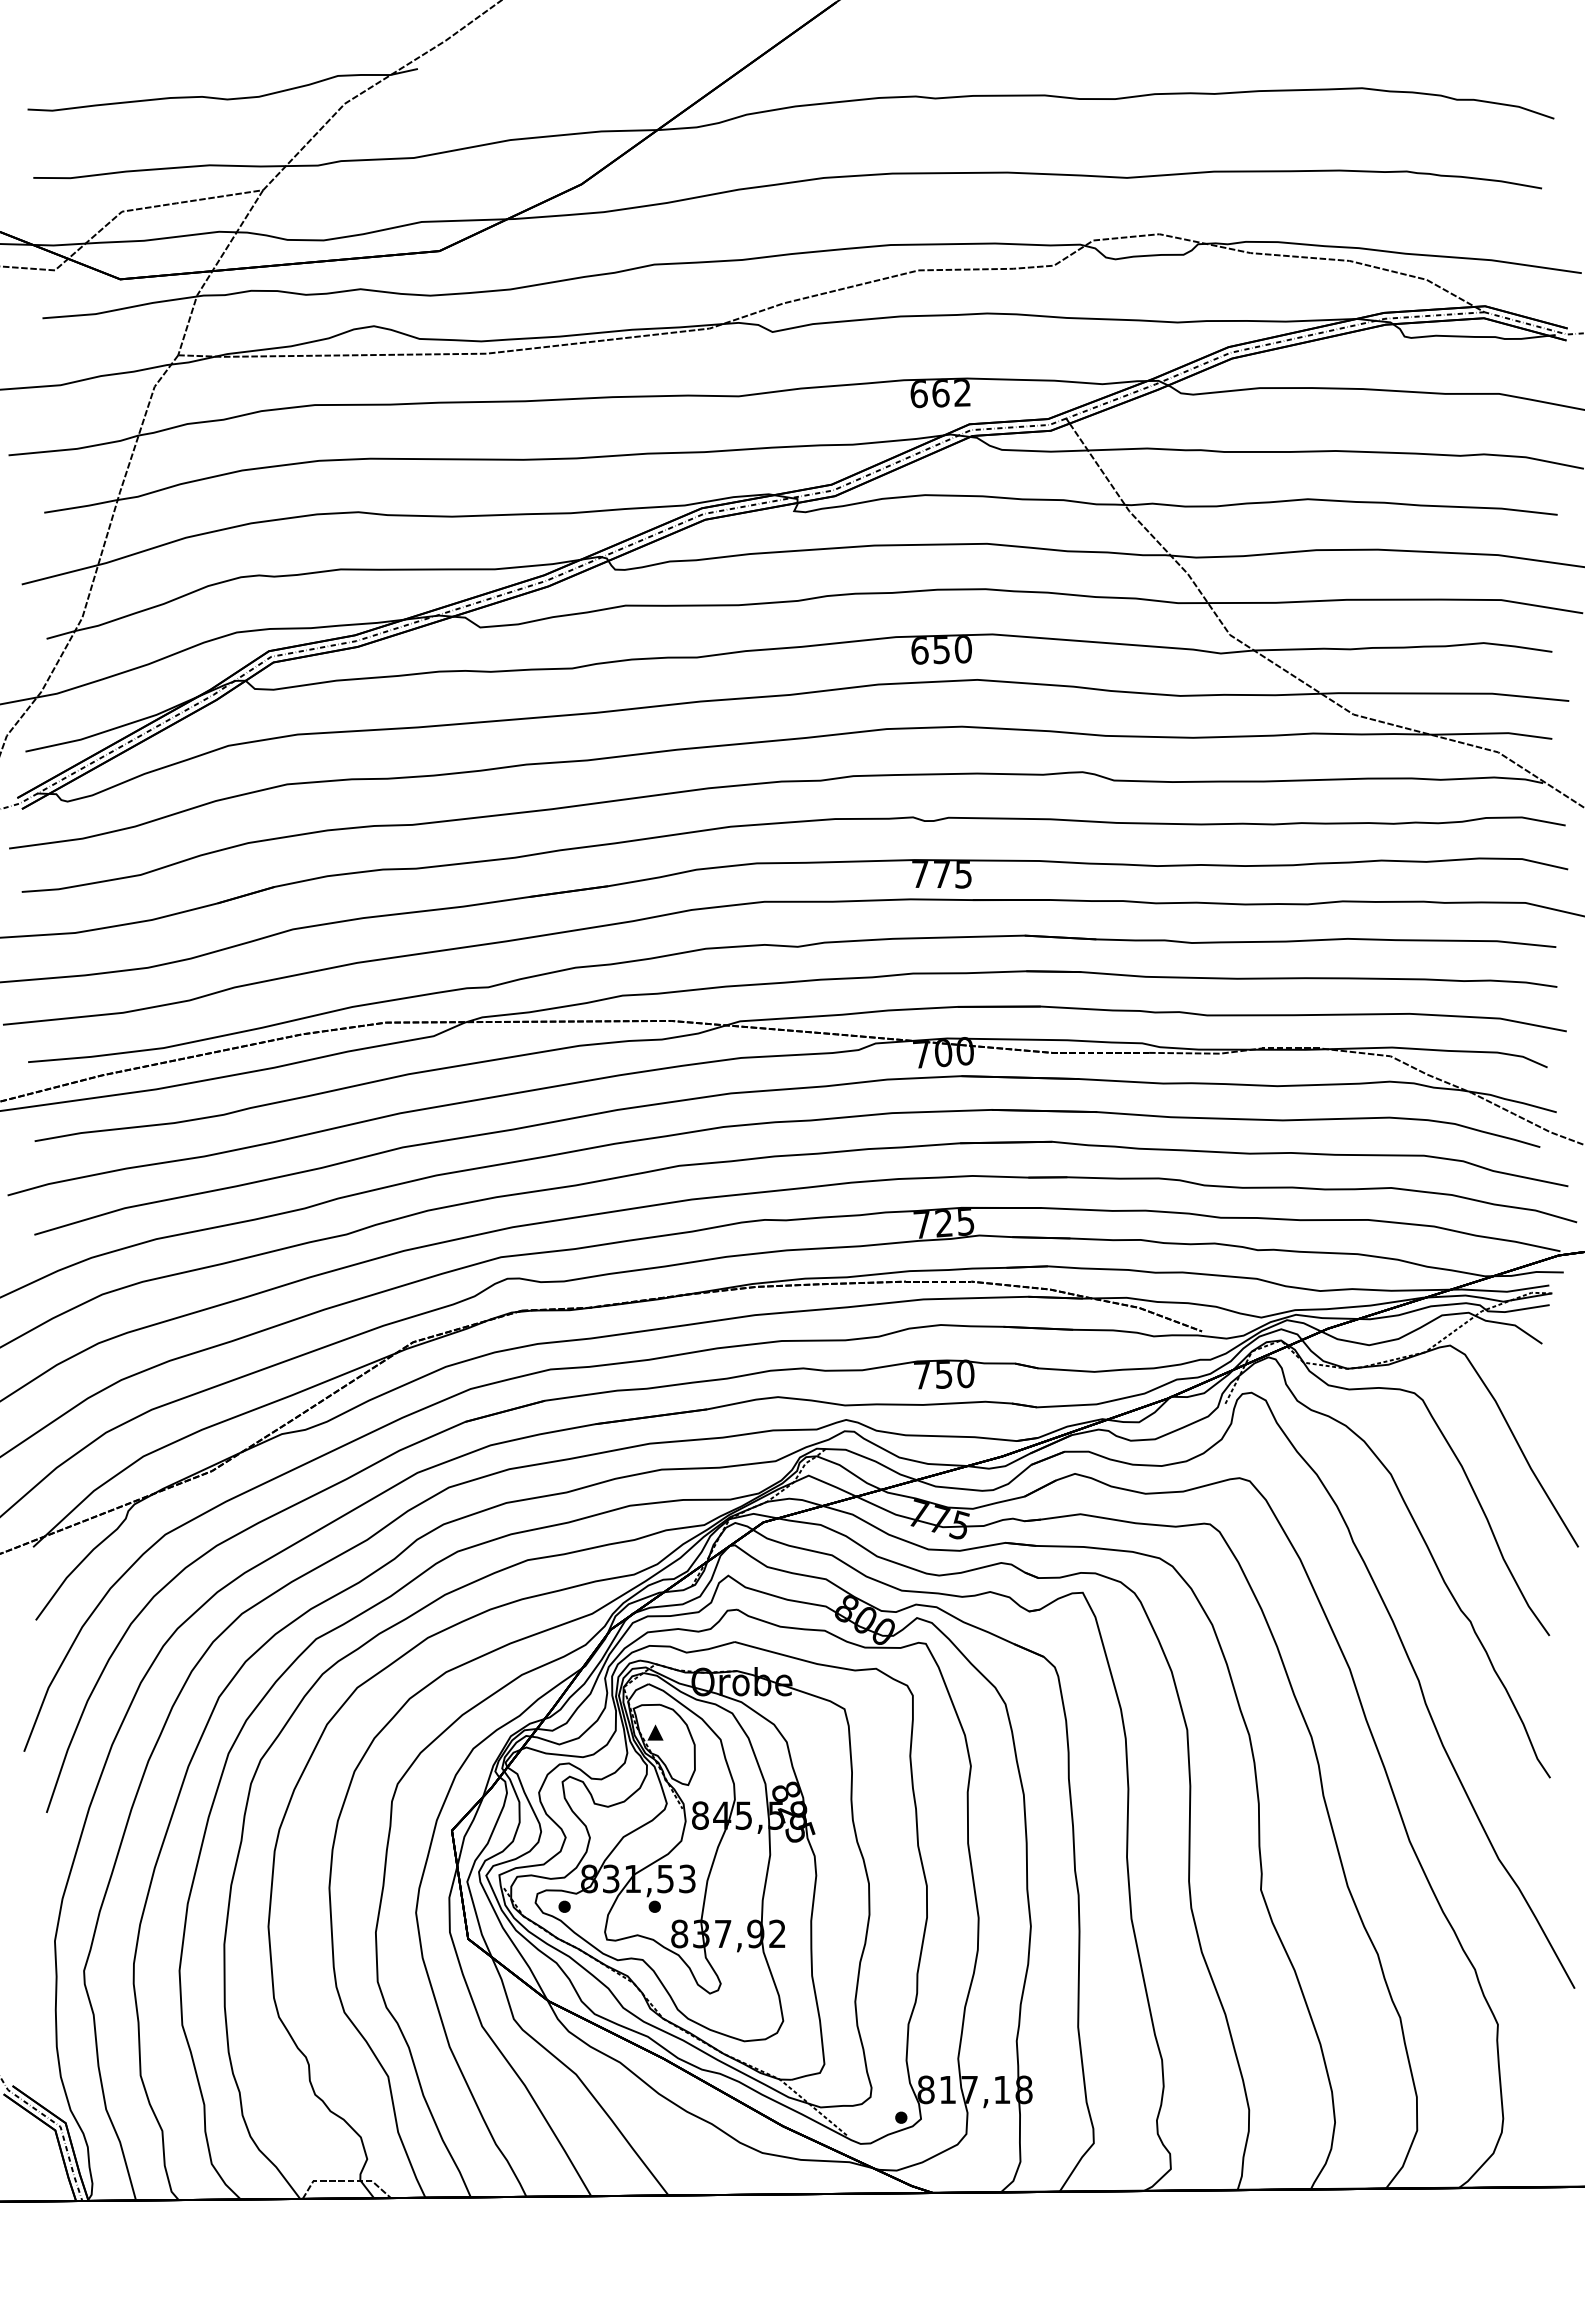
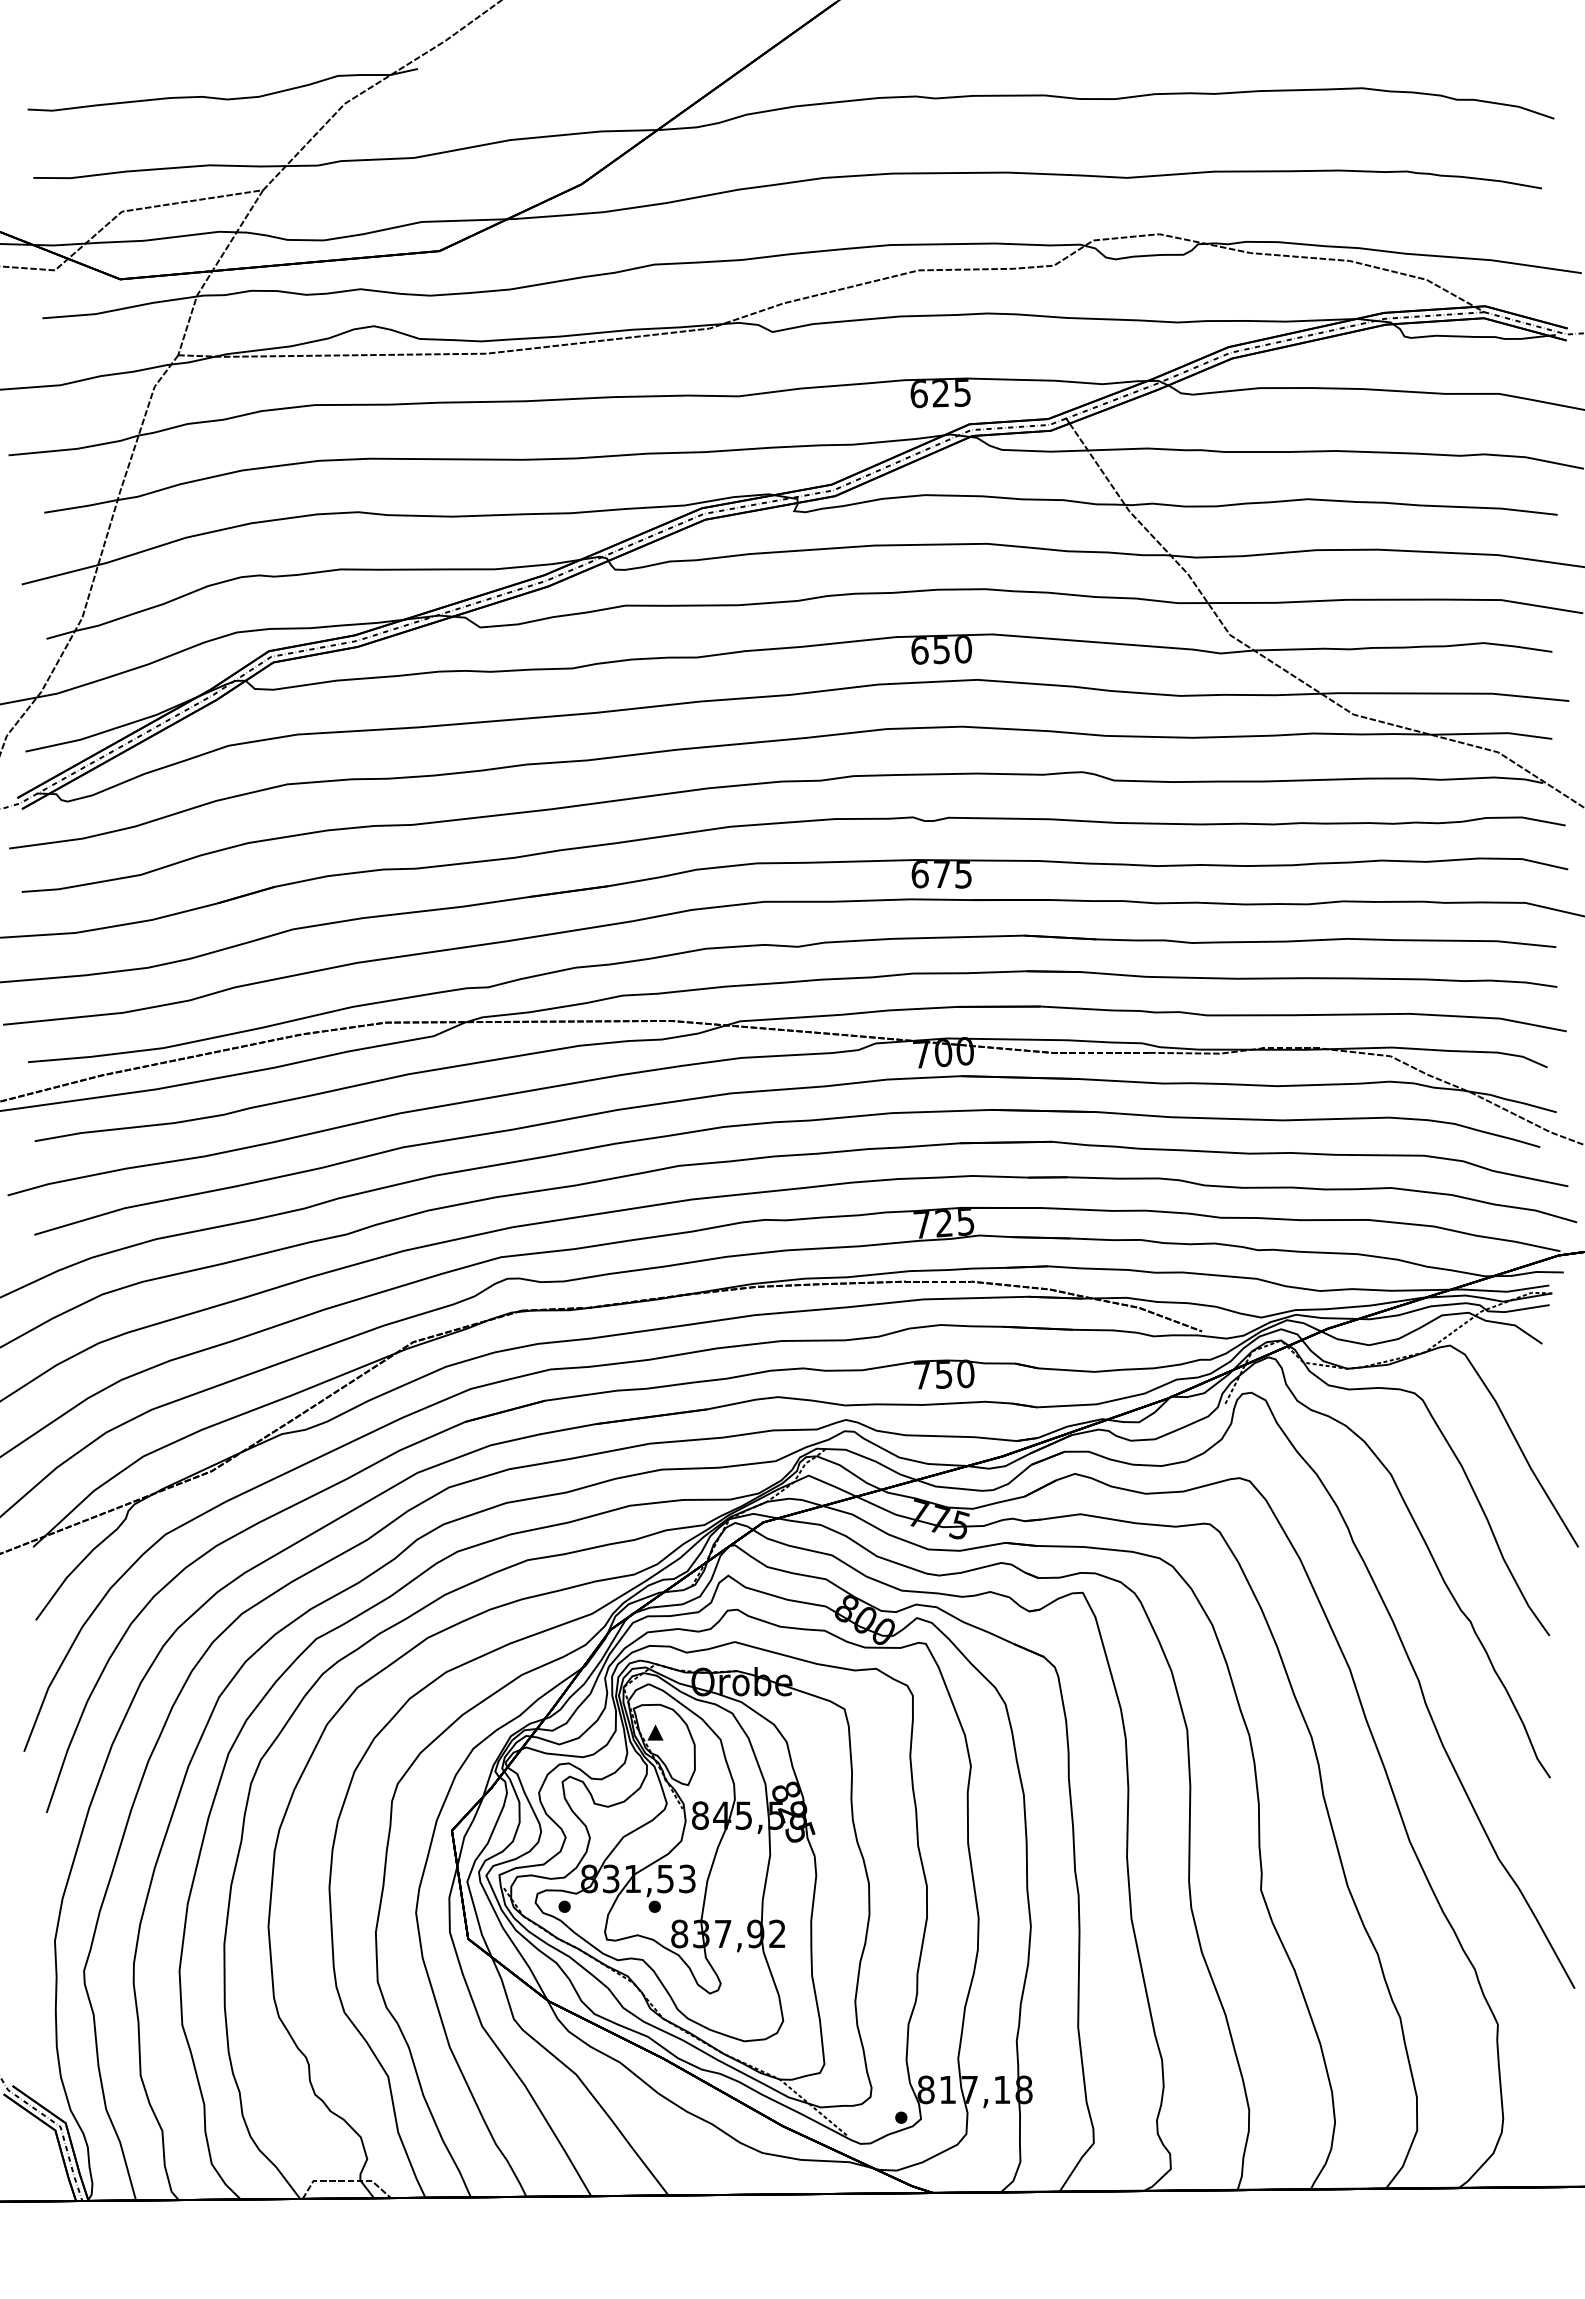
text at (951, 393): 662 -> 625
text at (919, 874): 775 -> 675
